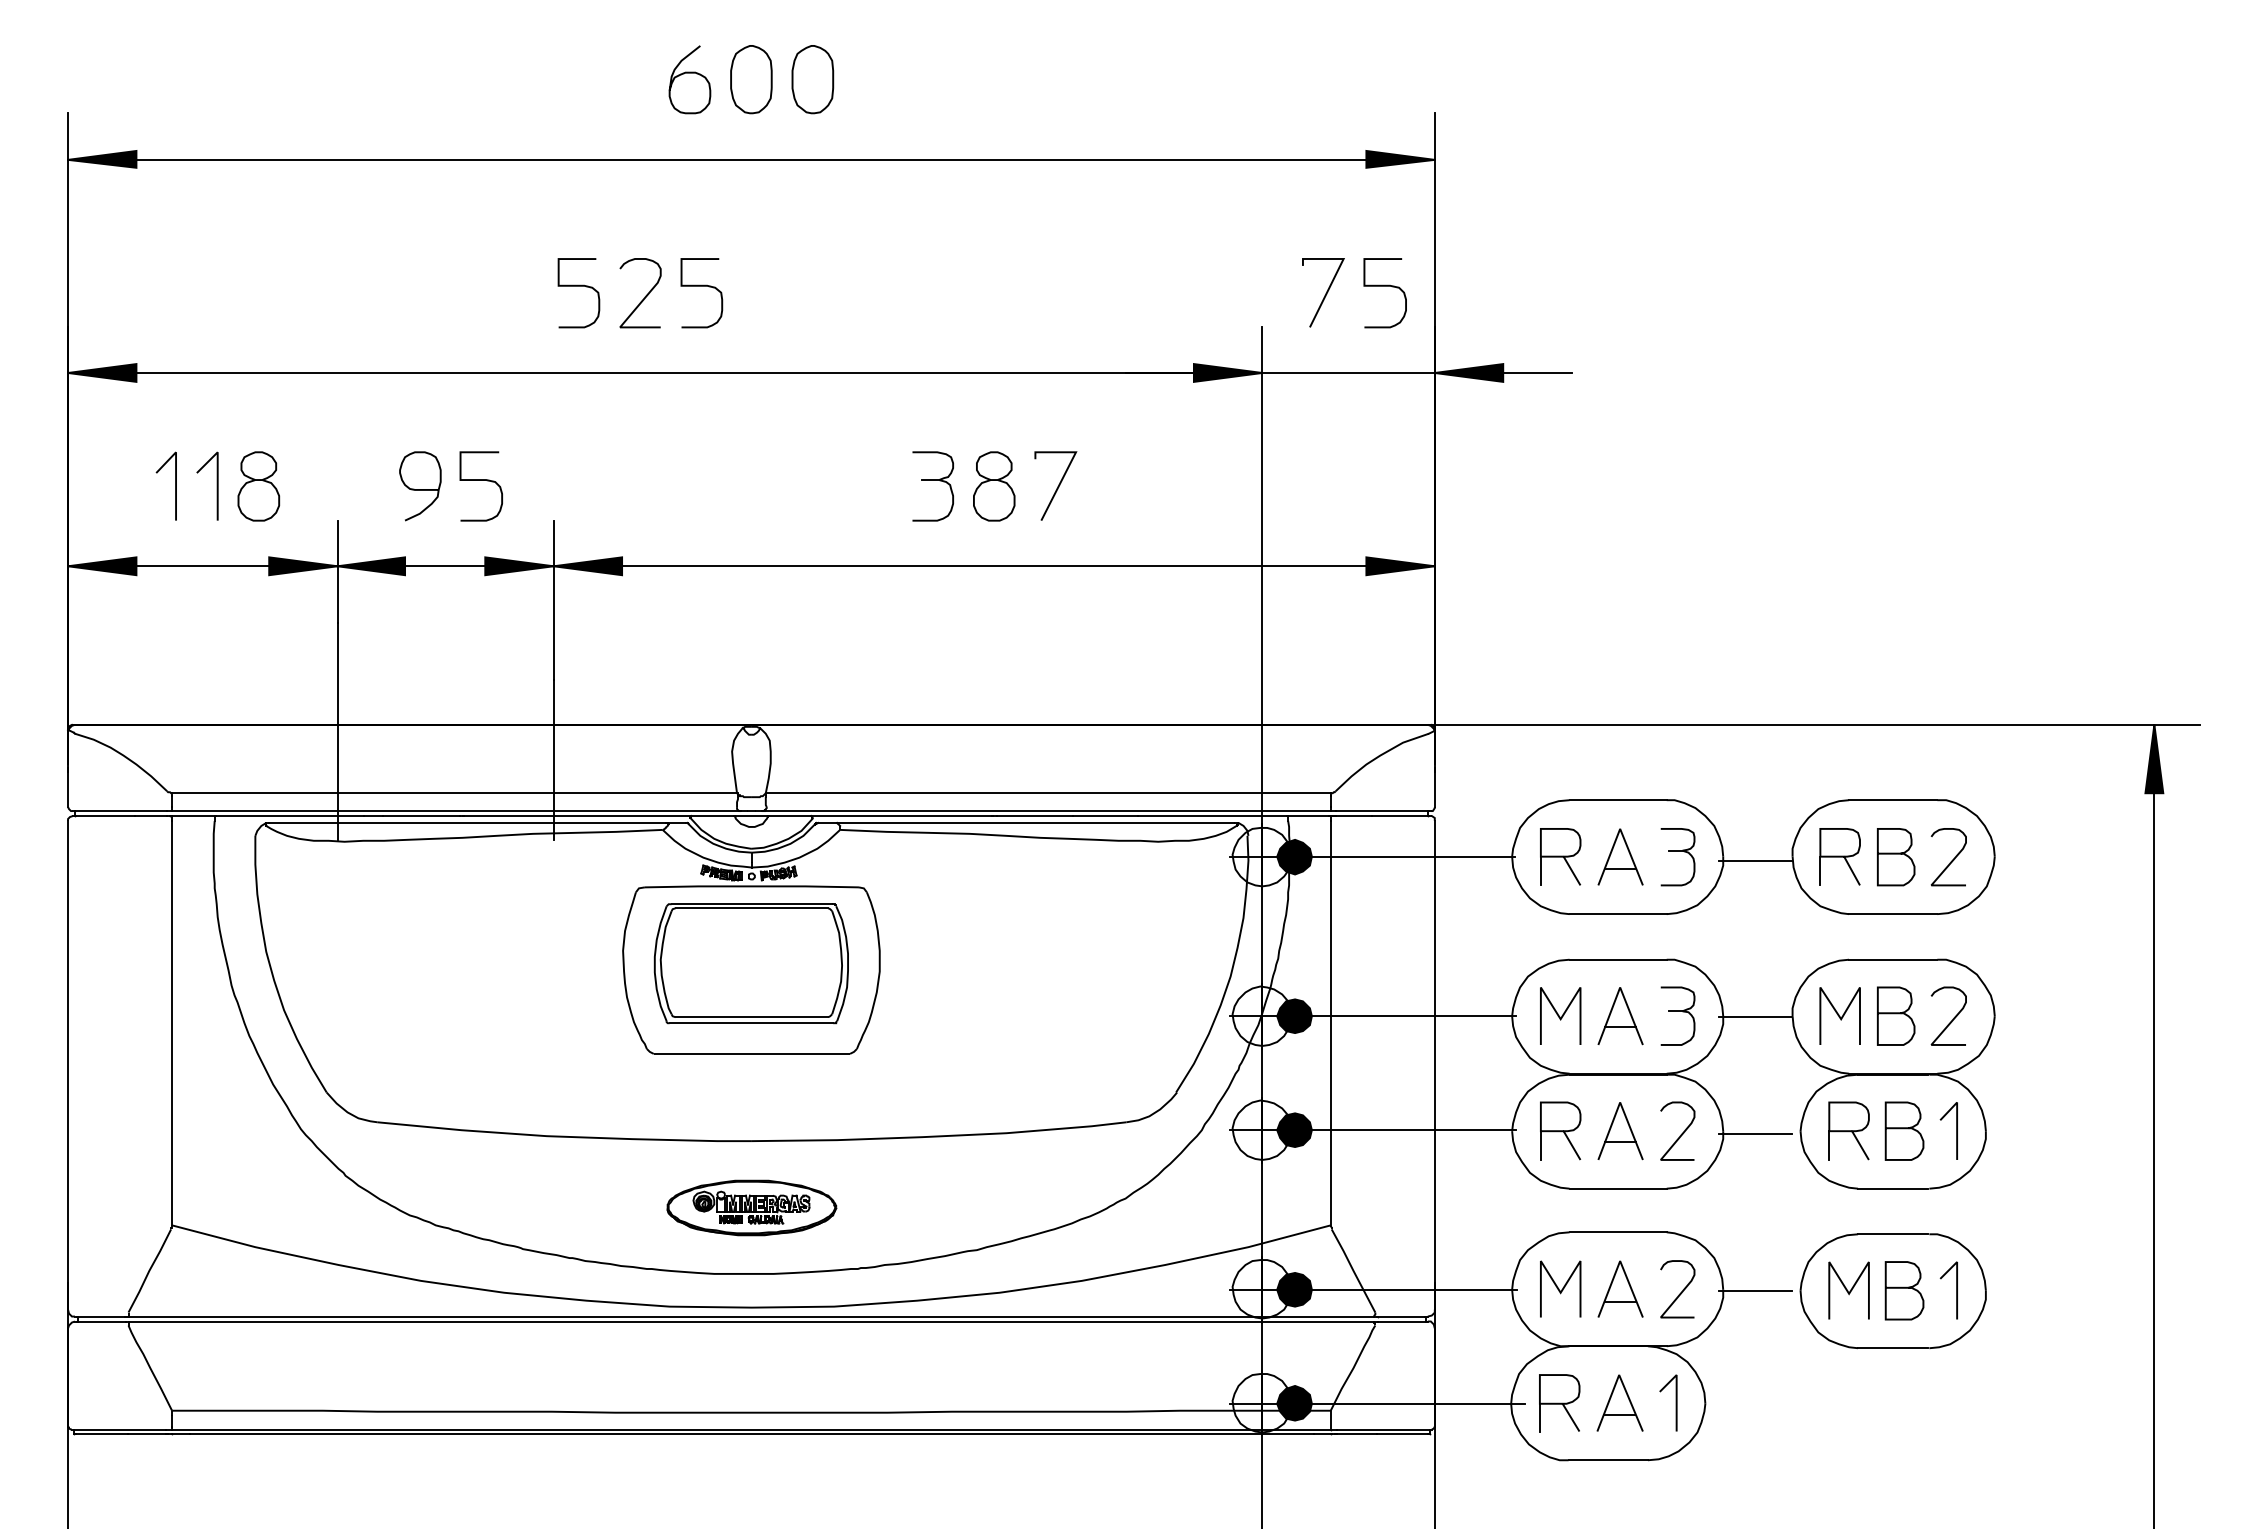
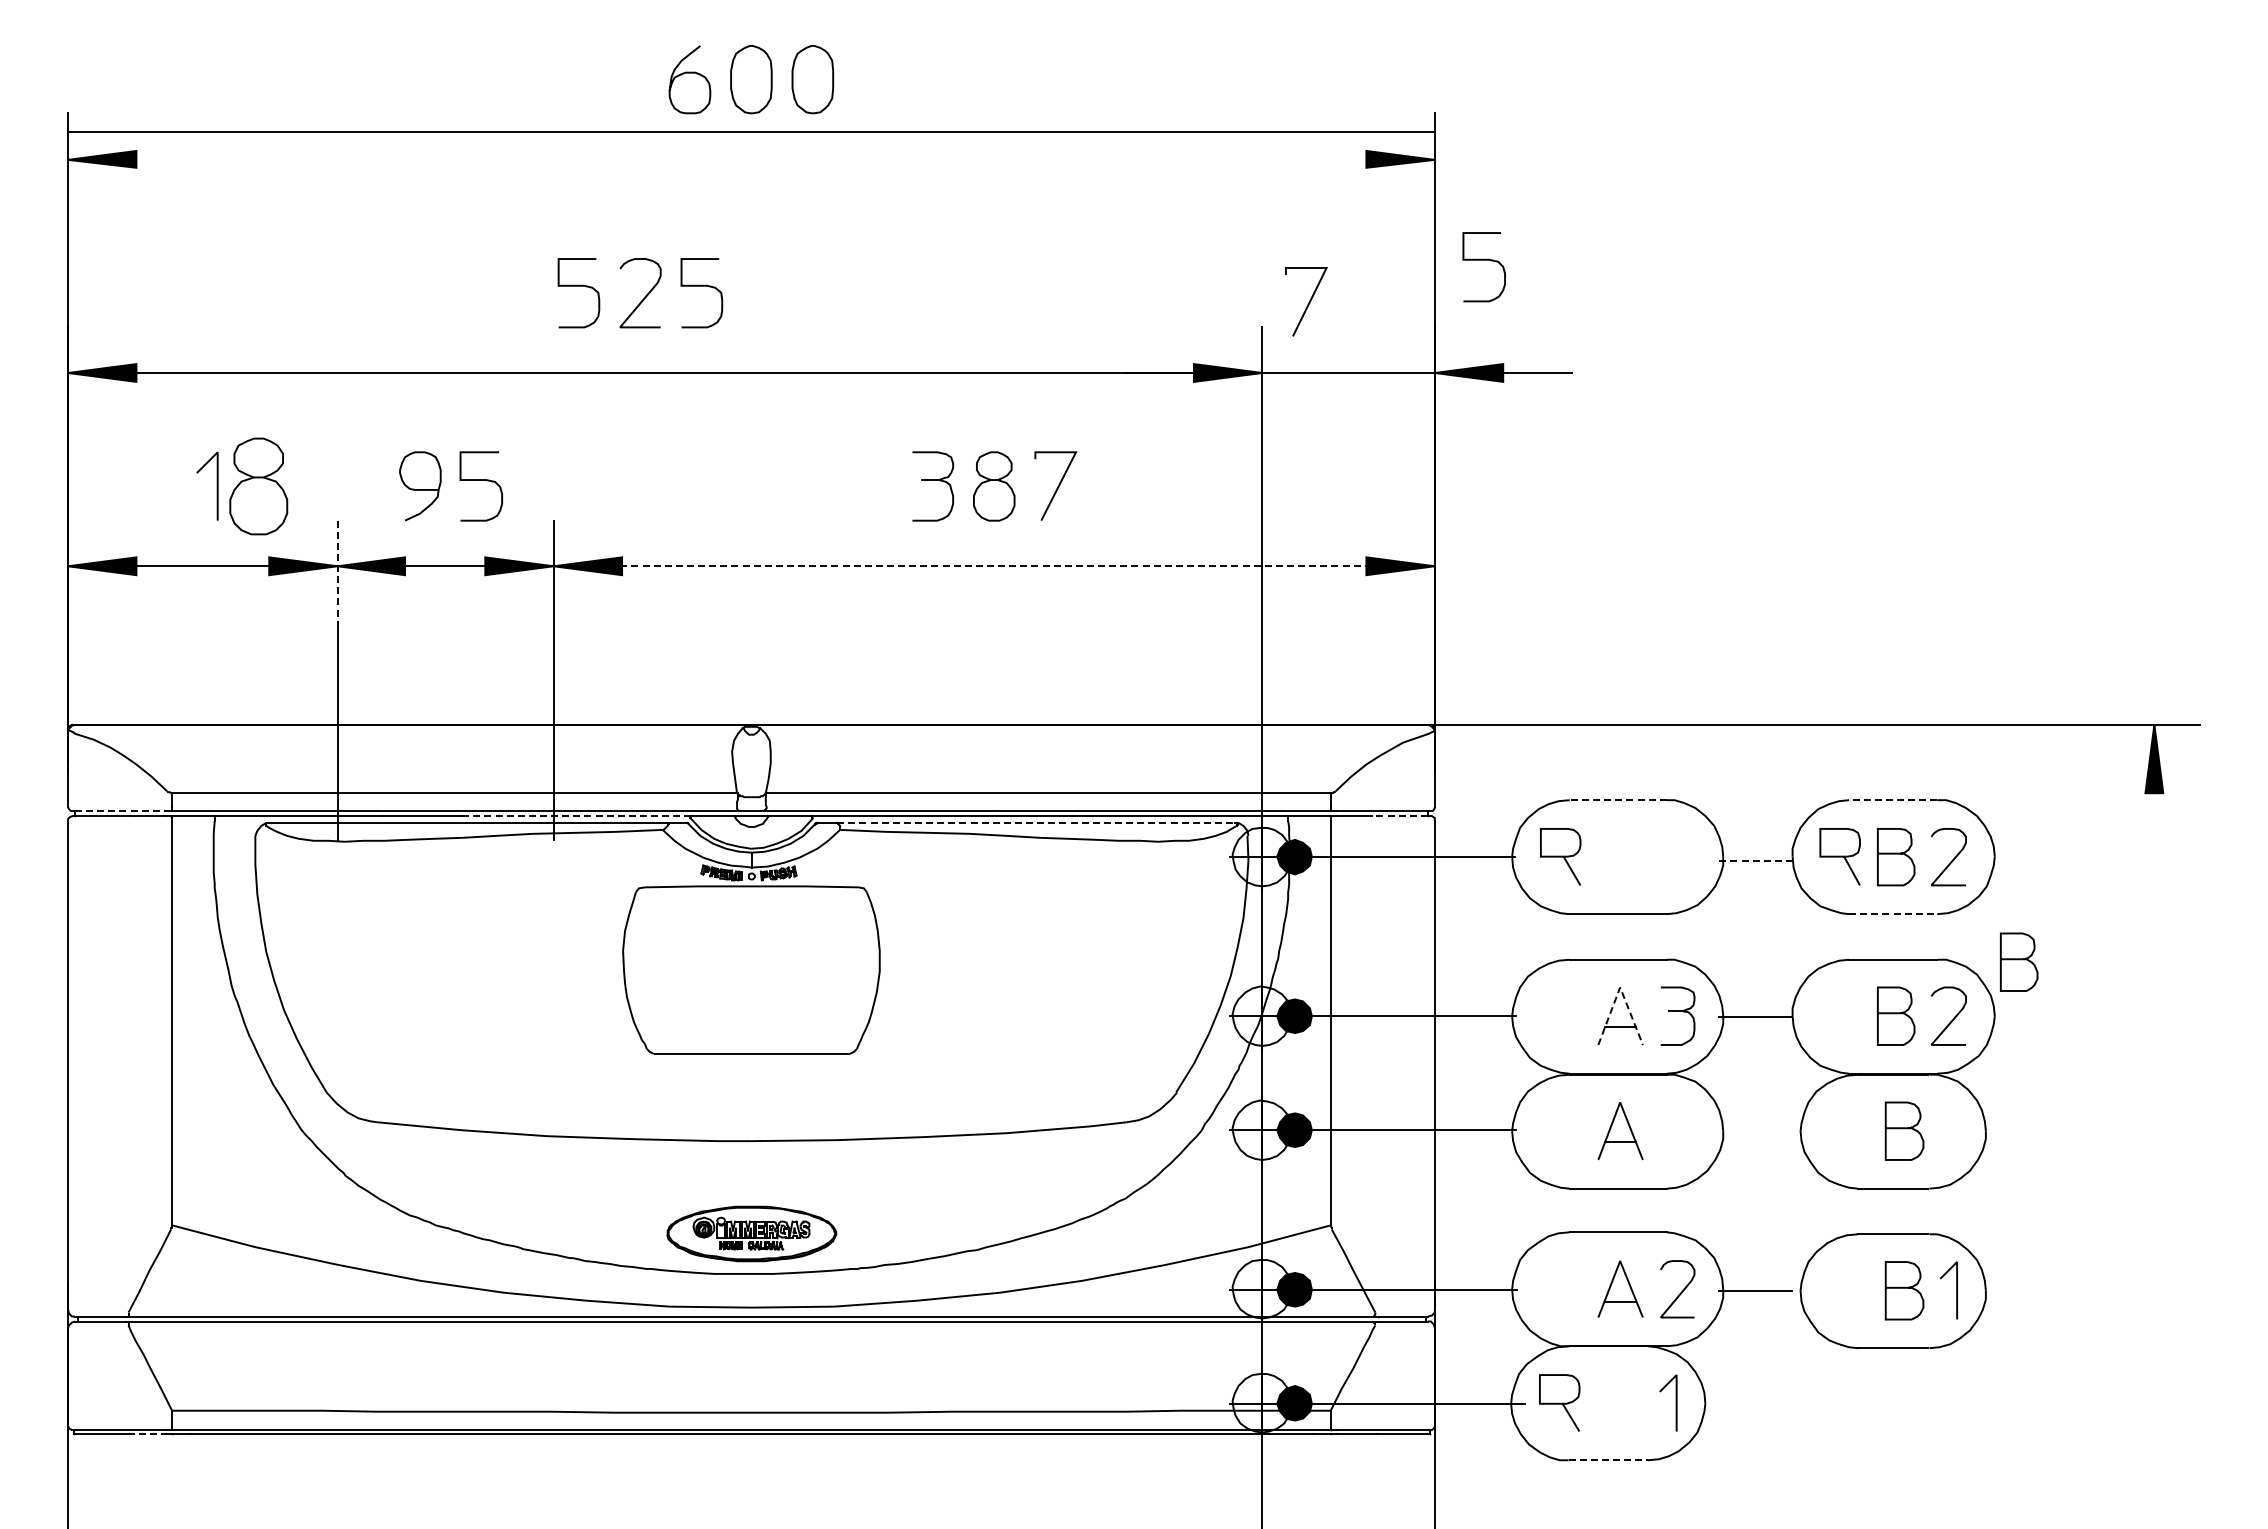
line at (751, 159) position: (751, 159) -> (751, 131)
curve at (1384, 286) position: (1384, 286) -> (1483, 260)
line at (1325, 293) position: (1325, 293) -> (1308, 302)
line at (175, 485): present -> none
part at (258, 486) size: 44x71 px -> 60x99 px
line at (994, 566): solid -> dashed
line at (337, 572): solid -> dashed
line at (1618, 800): solid -> dashed
line at (1892, 800): solid -> dashed
line at (121, 811): solid -> dashed
line at (577, 816): solid -> dashed
line at (1400, 816): solid -> dashed
line at (1035, 822): solid -> dashed
part at (1620, 856): present -> none
part at (1677, 857): present -> none
line at (1755, 860): solid -> dashed
line at (1540, 870): present -> none
line at (1820, 870): present -> none
line at (1893, 914): solid -> dashed
curve at (2019, 960): none -> present
part at (750, 963): present -> none
line at (1620, 987): solid -> dashed
line at (1559, 1015): present -> none
line at (1839, 1015): present -> none
line at (2154, 1124): present -> none
part at (1560, 1130): present -> none
part at (1848, 1130): present -> none
line at (1956, 1130): present -> none
curve at (1681, 1133): present -> none
line at (1755, 1134): present -> none
part at (751, 1207) position: (751, 1207) -> (751, 1233)
line at (1559, 1288): present -> none
line at (1848, 1290): present -> none
part at (1619, 1402): present -> none
line at (1539, 1417): present -> none
line at (147, 1434): solid -> dashed
line at (1608, 1460): solid -> dashed
